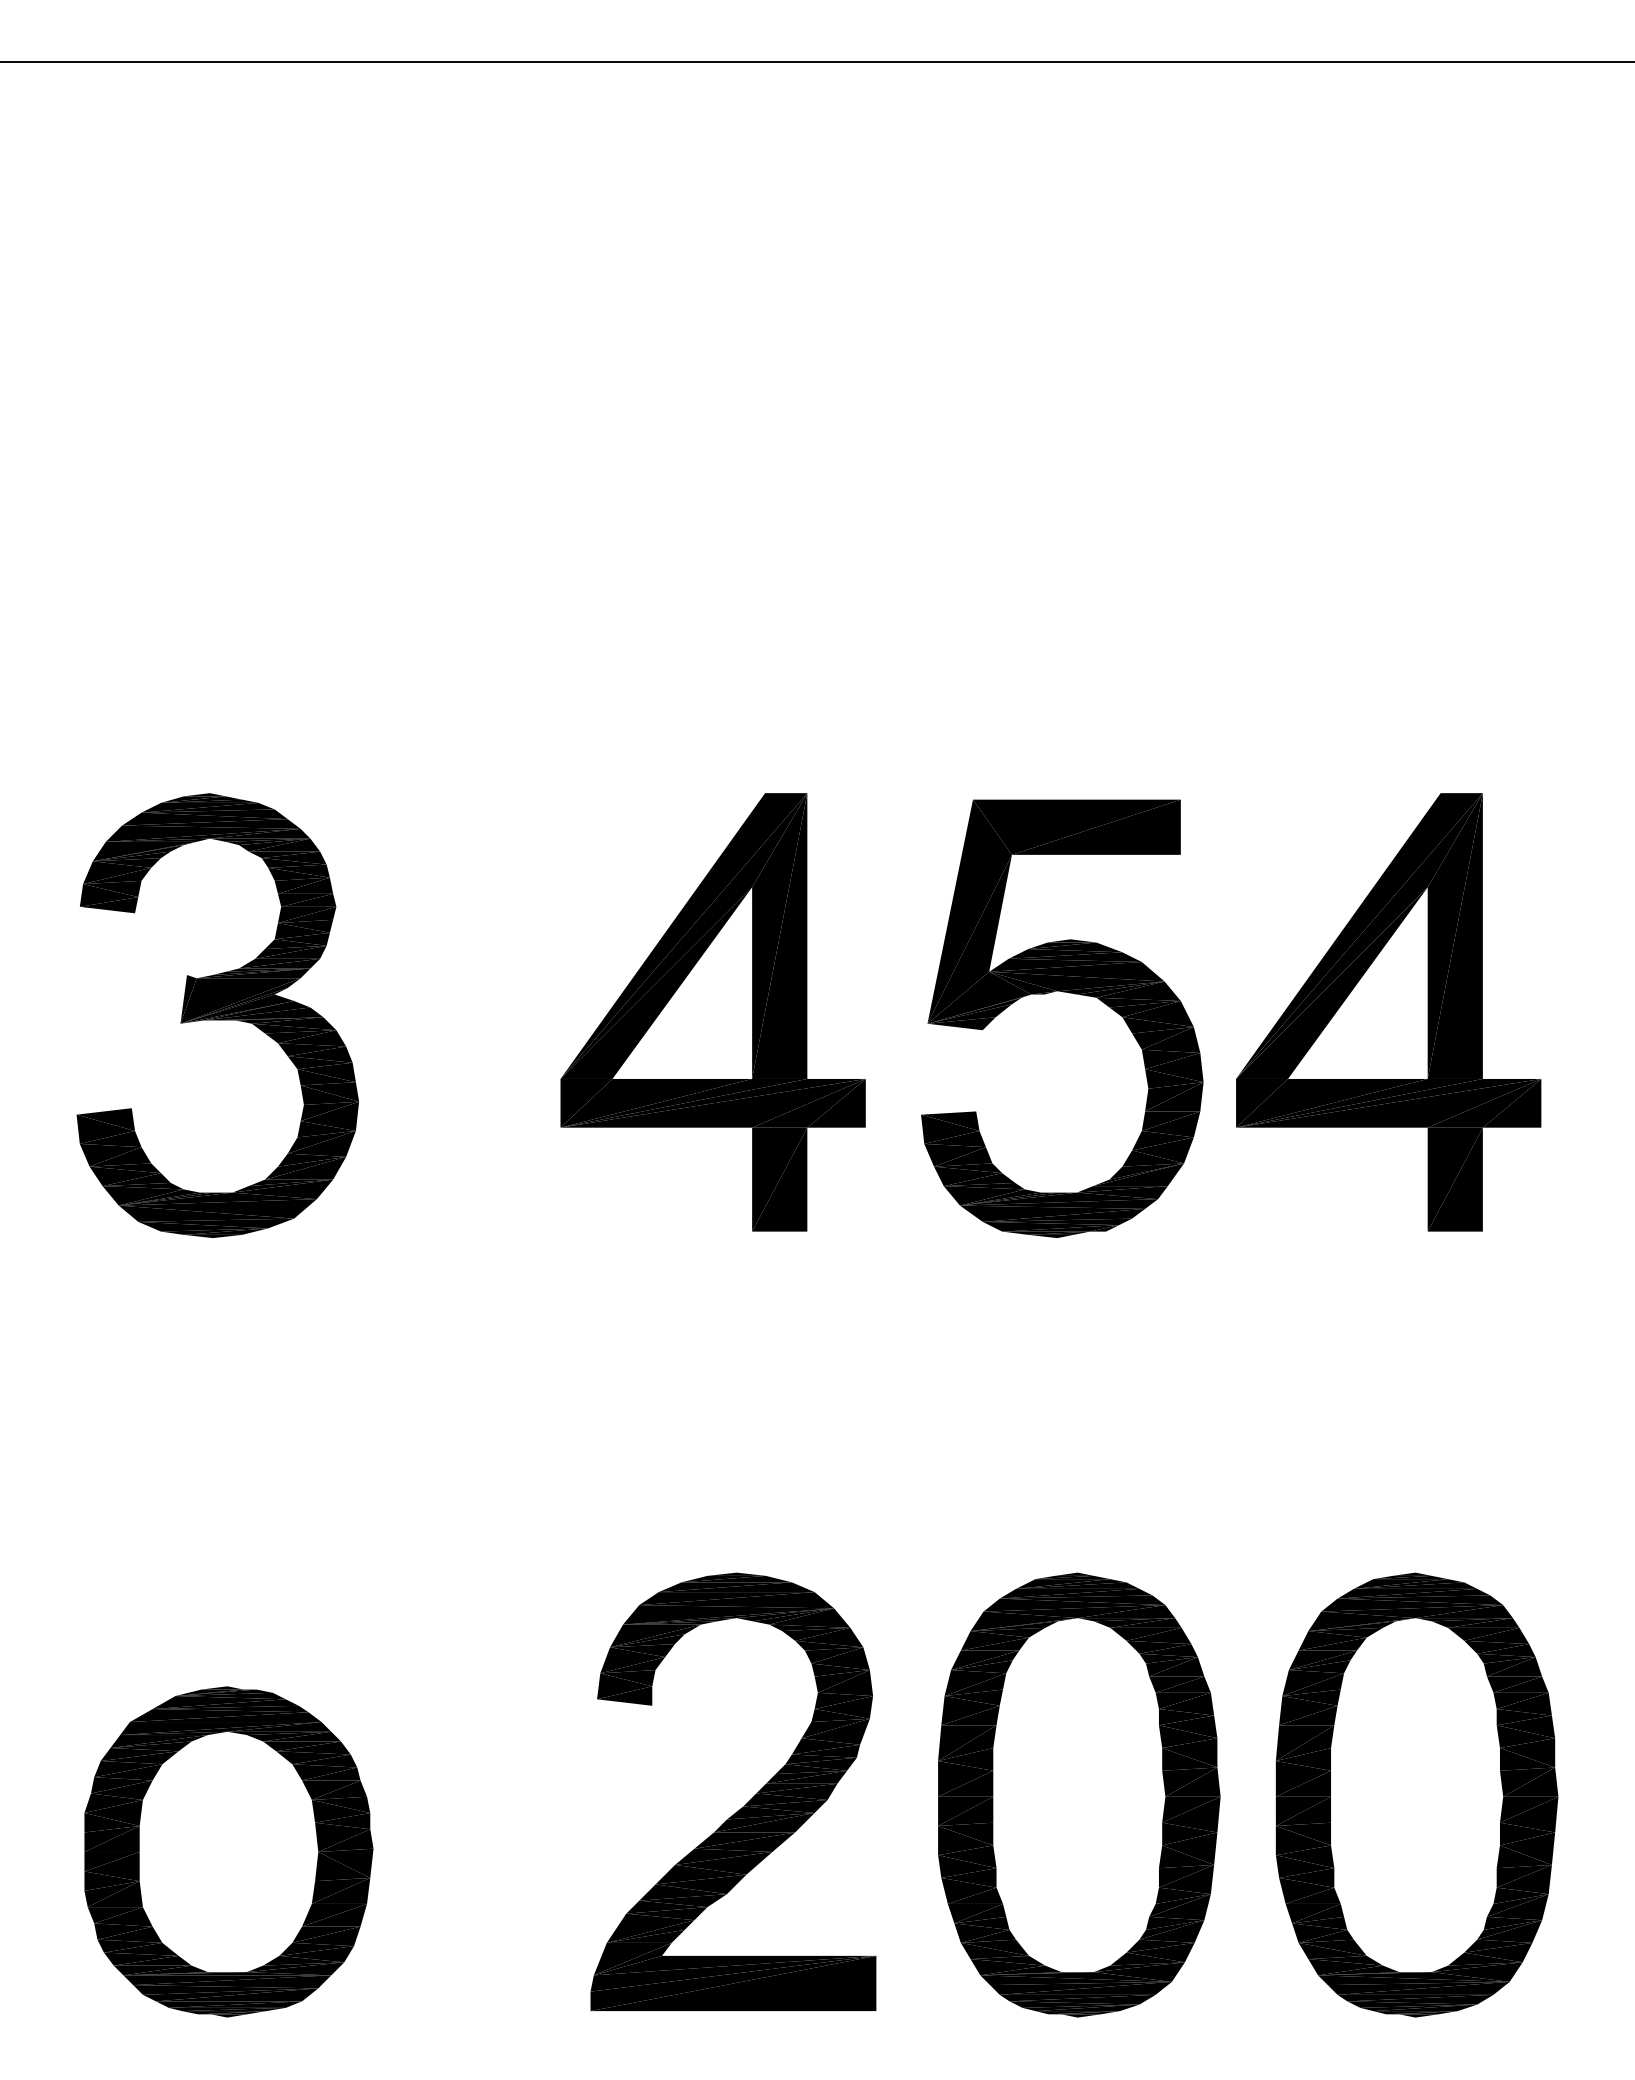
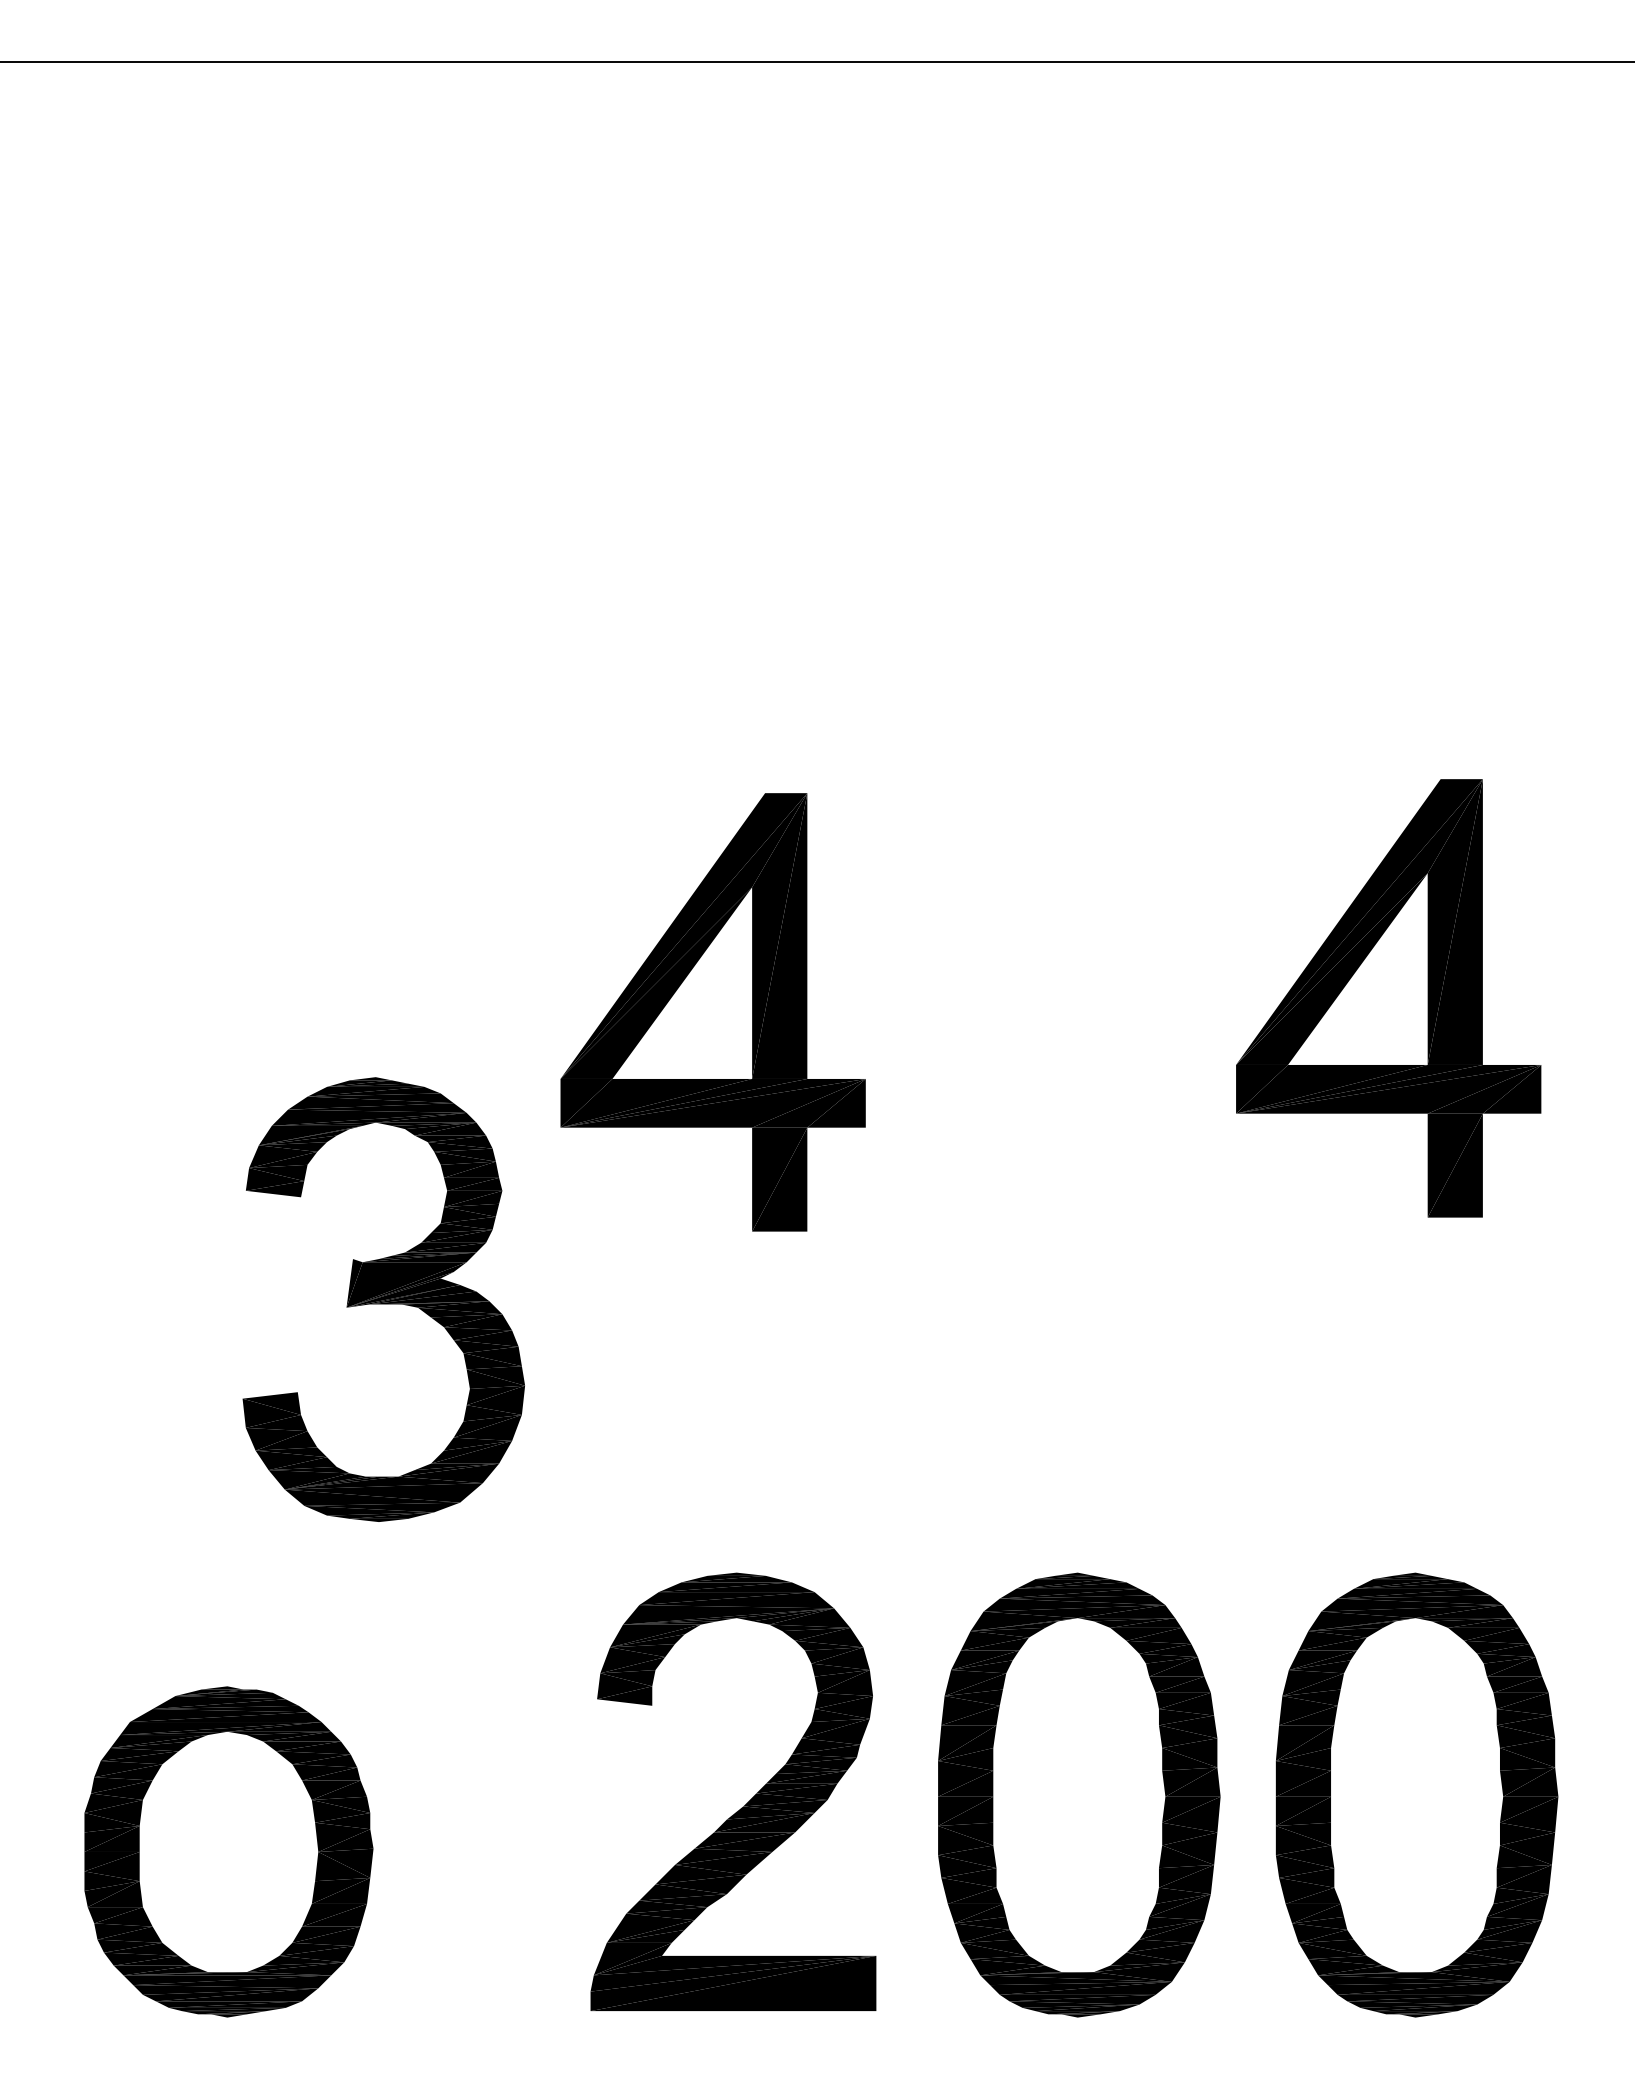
part at (1068, 993): present -> none
part at (1388, 1012) position: (1388, 1012) -> (1388, 998)
part at (217, 1015) position: (217, 1015) -> (383, 1299)
